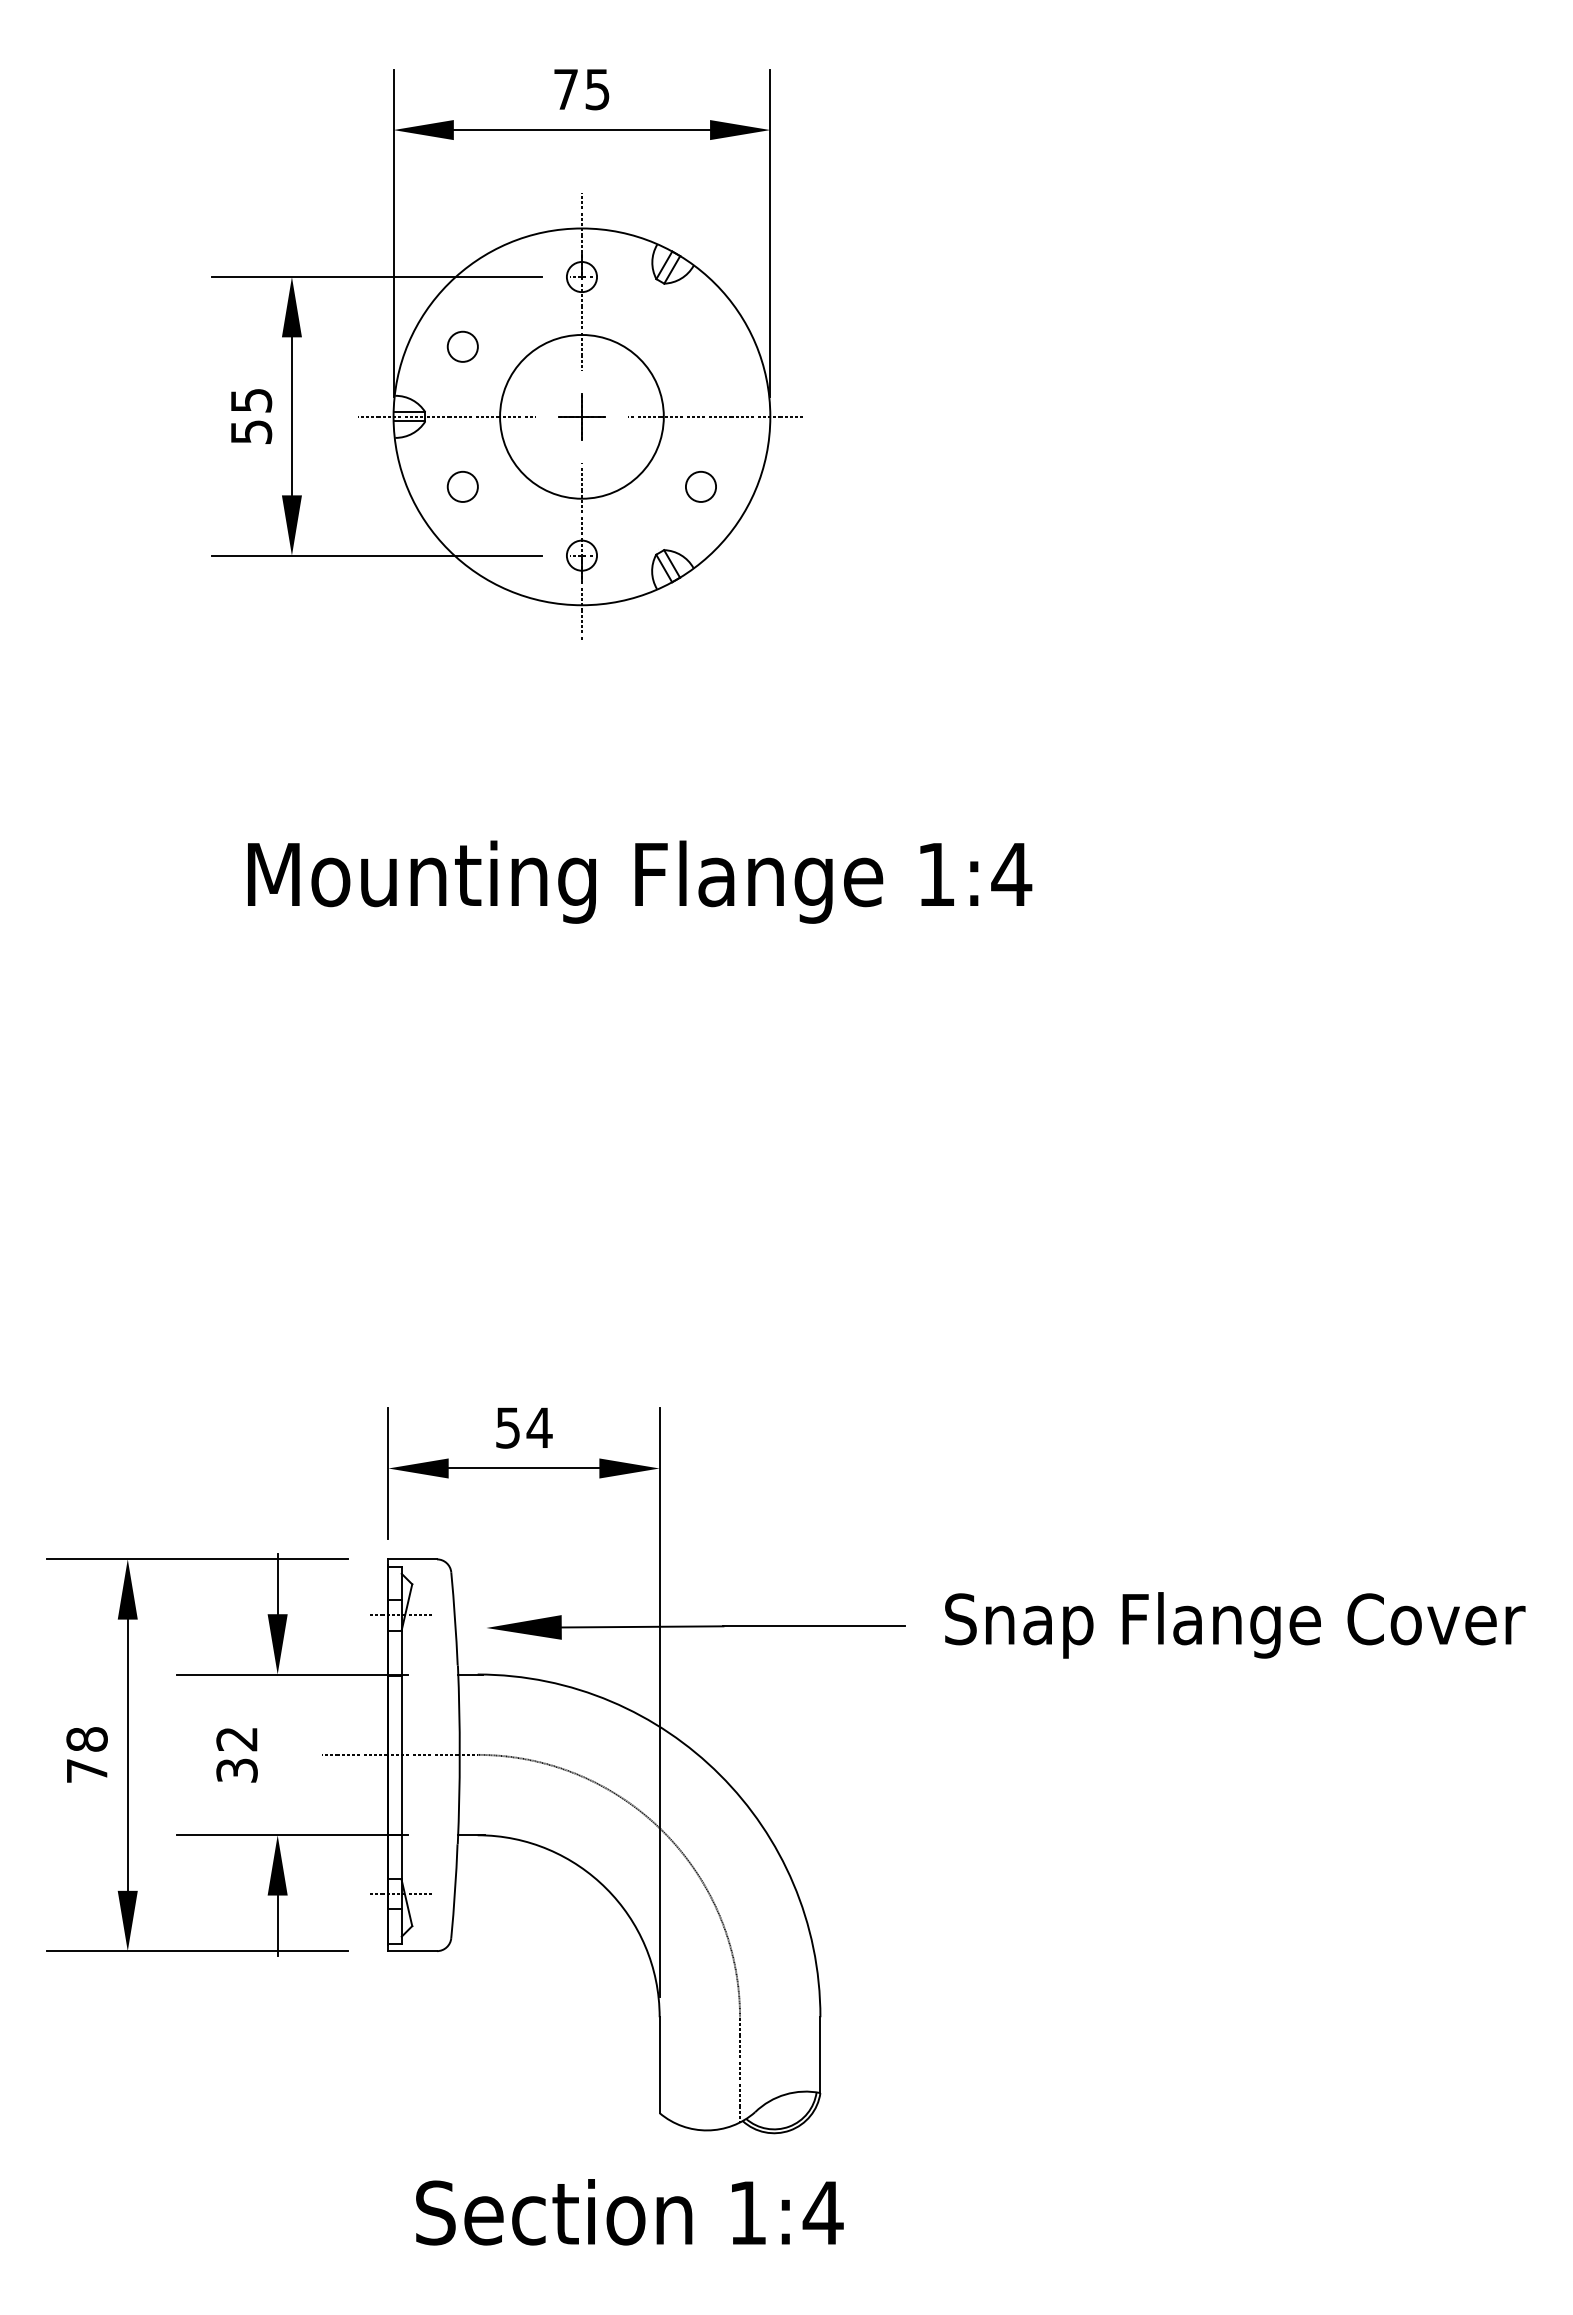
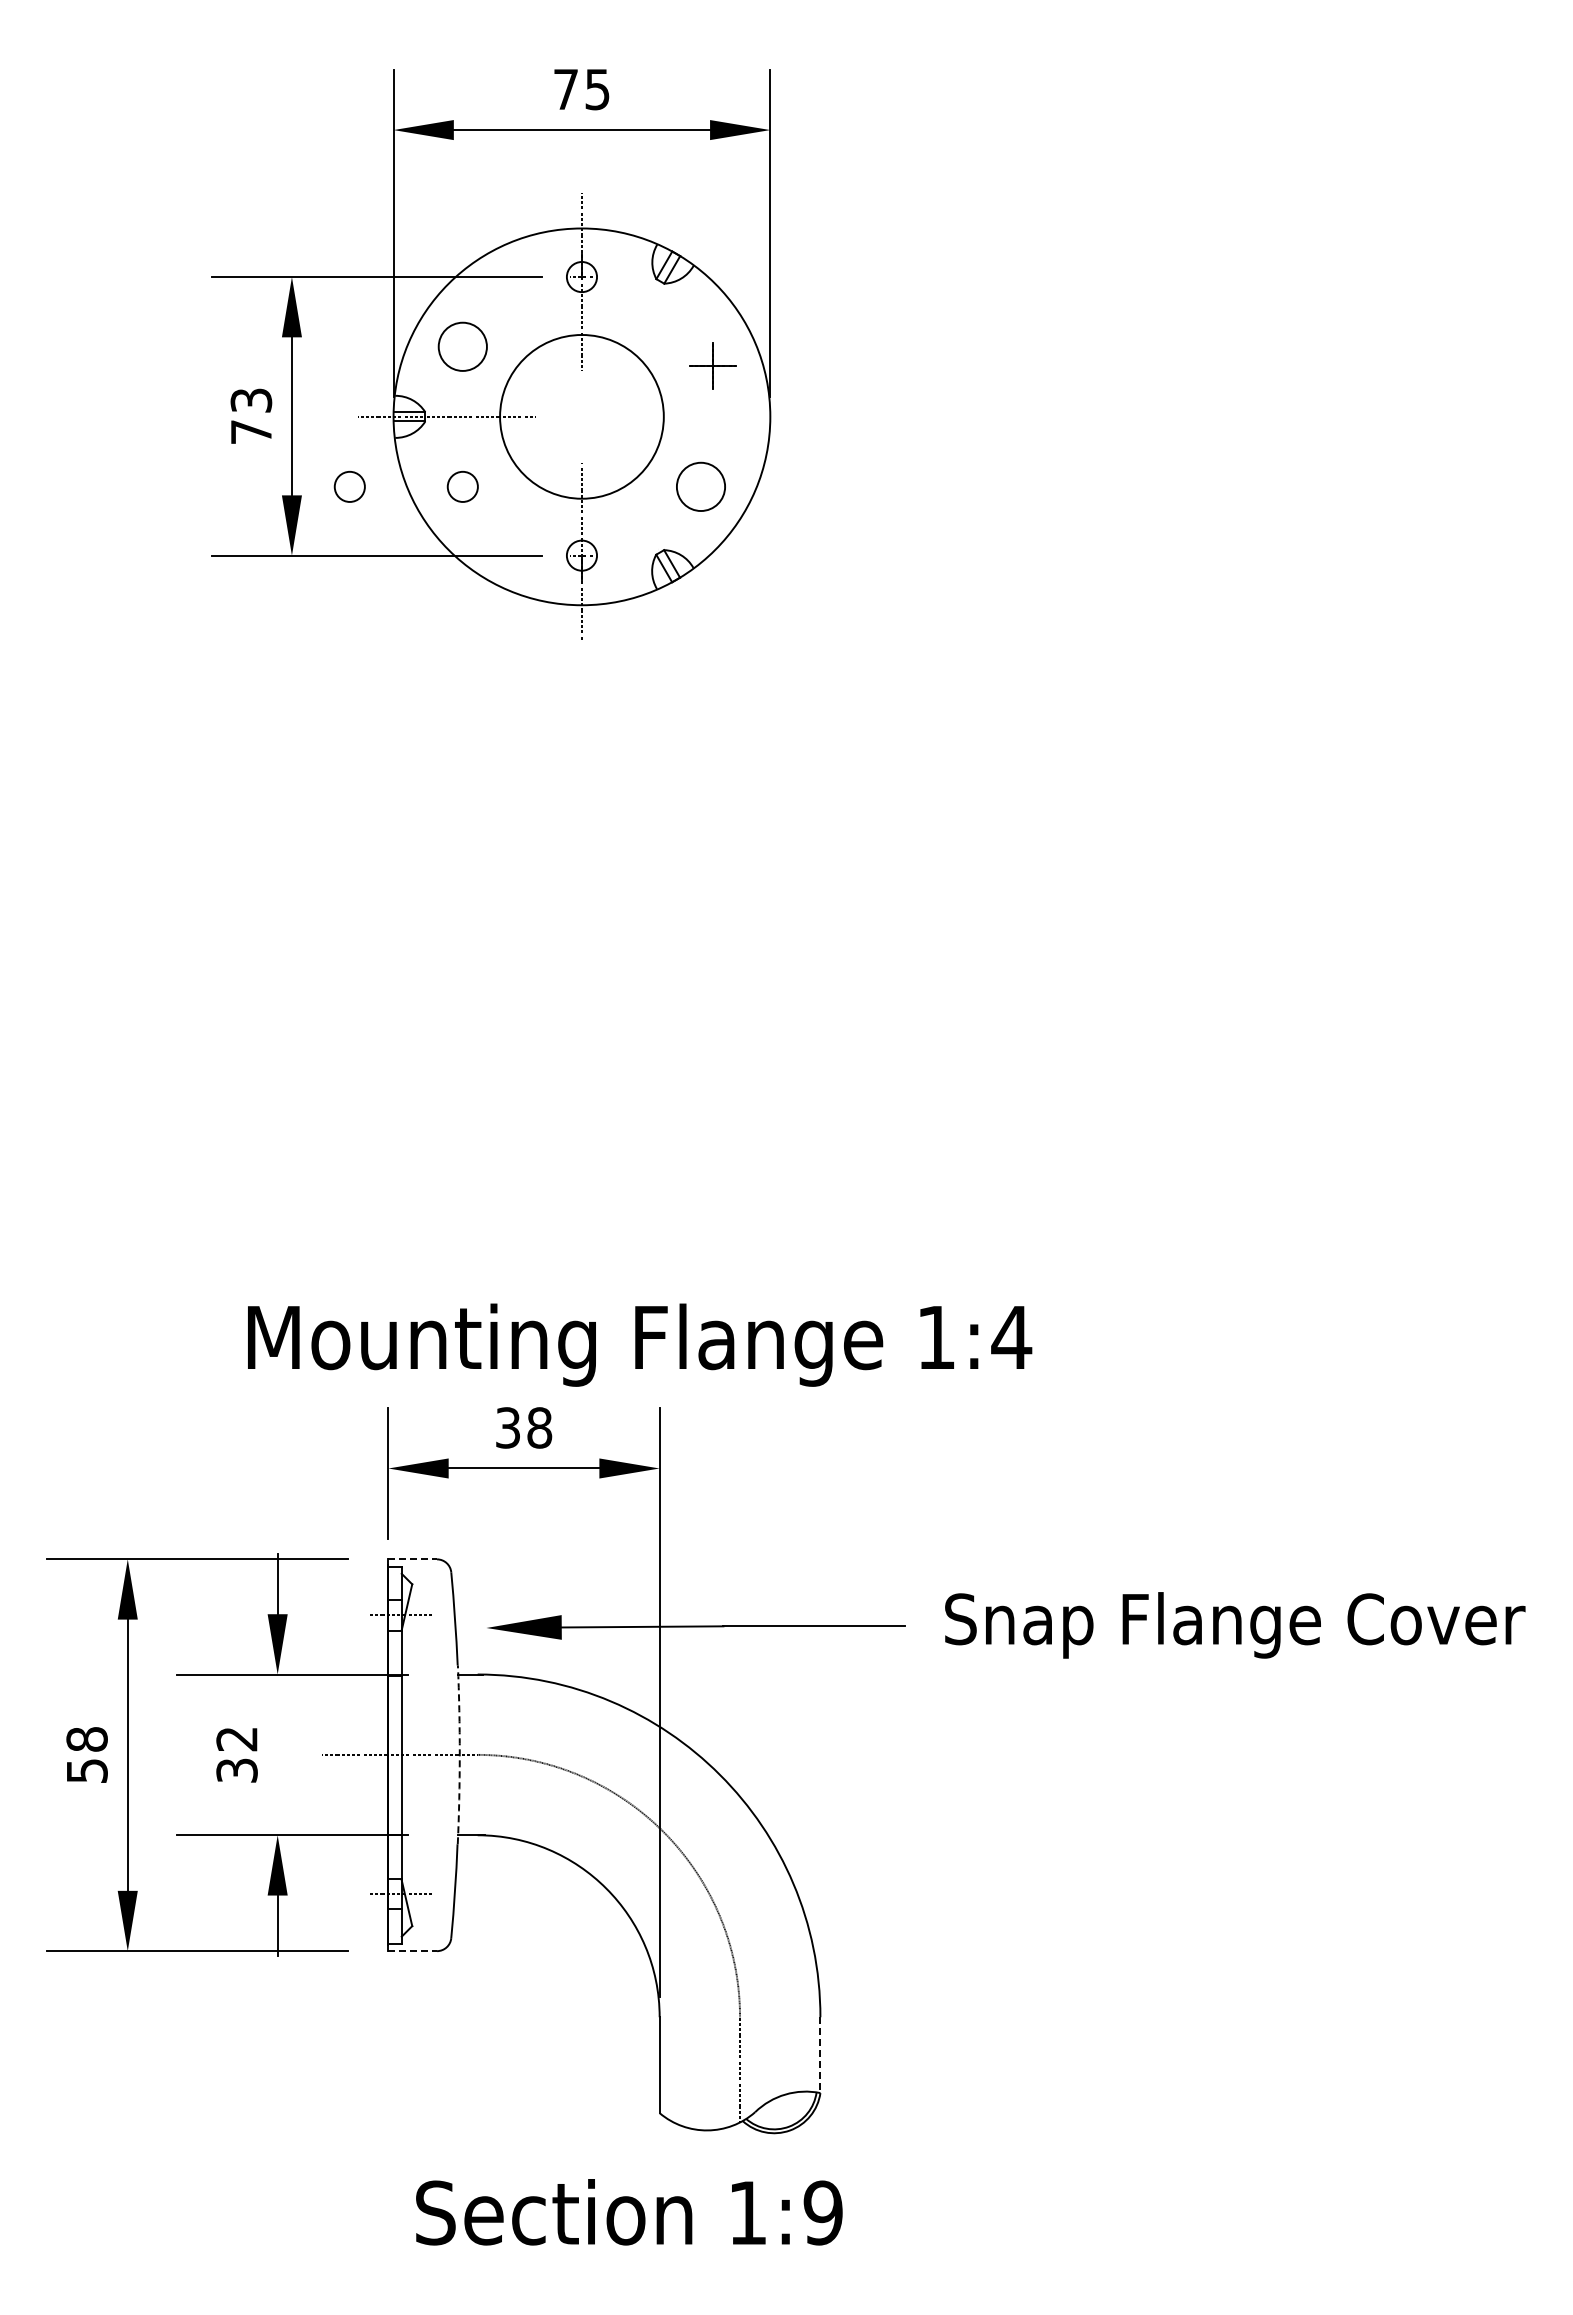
circle at (462, 346) diameter: 30 px -> 48 px
text at (251, 415): 55 -> 73
part at (581, 416) position: (581, 416) -> (712, 365)
line at (717, 416): present -> none
circle at (349, 486): none -> present
circle at (700, 486) diameter: 30 px -> 48 px
text at (640, 881) position: (640, 881) -> (640, 1344)
text at (524, 1427): 54 -> 38
line at (413, 1559): solid -> dashed
arc at (459, 1754): solid -> dashed
text at (87, 1770): 78 -> 58
line at (413, 1951): solid -> dashed
line at (820, 2055): solid -> dashed
text at (822, 2212): 1:4 -> 1:9
